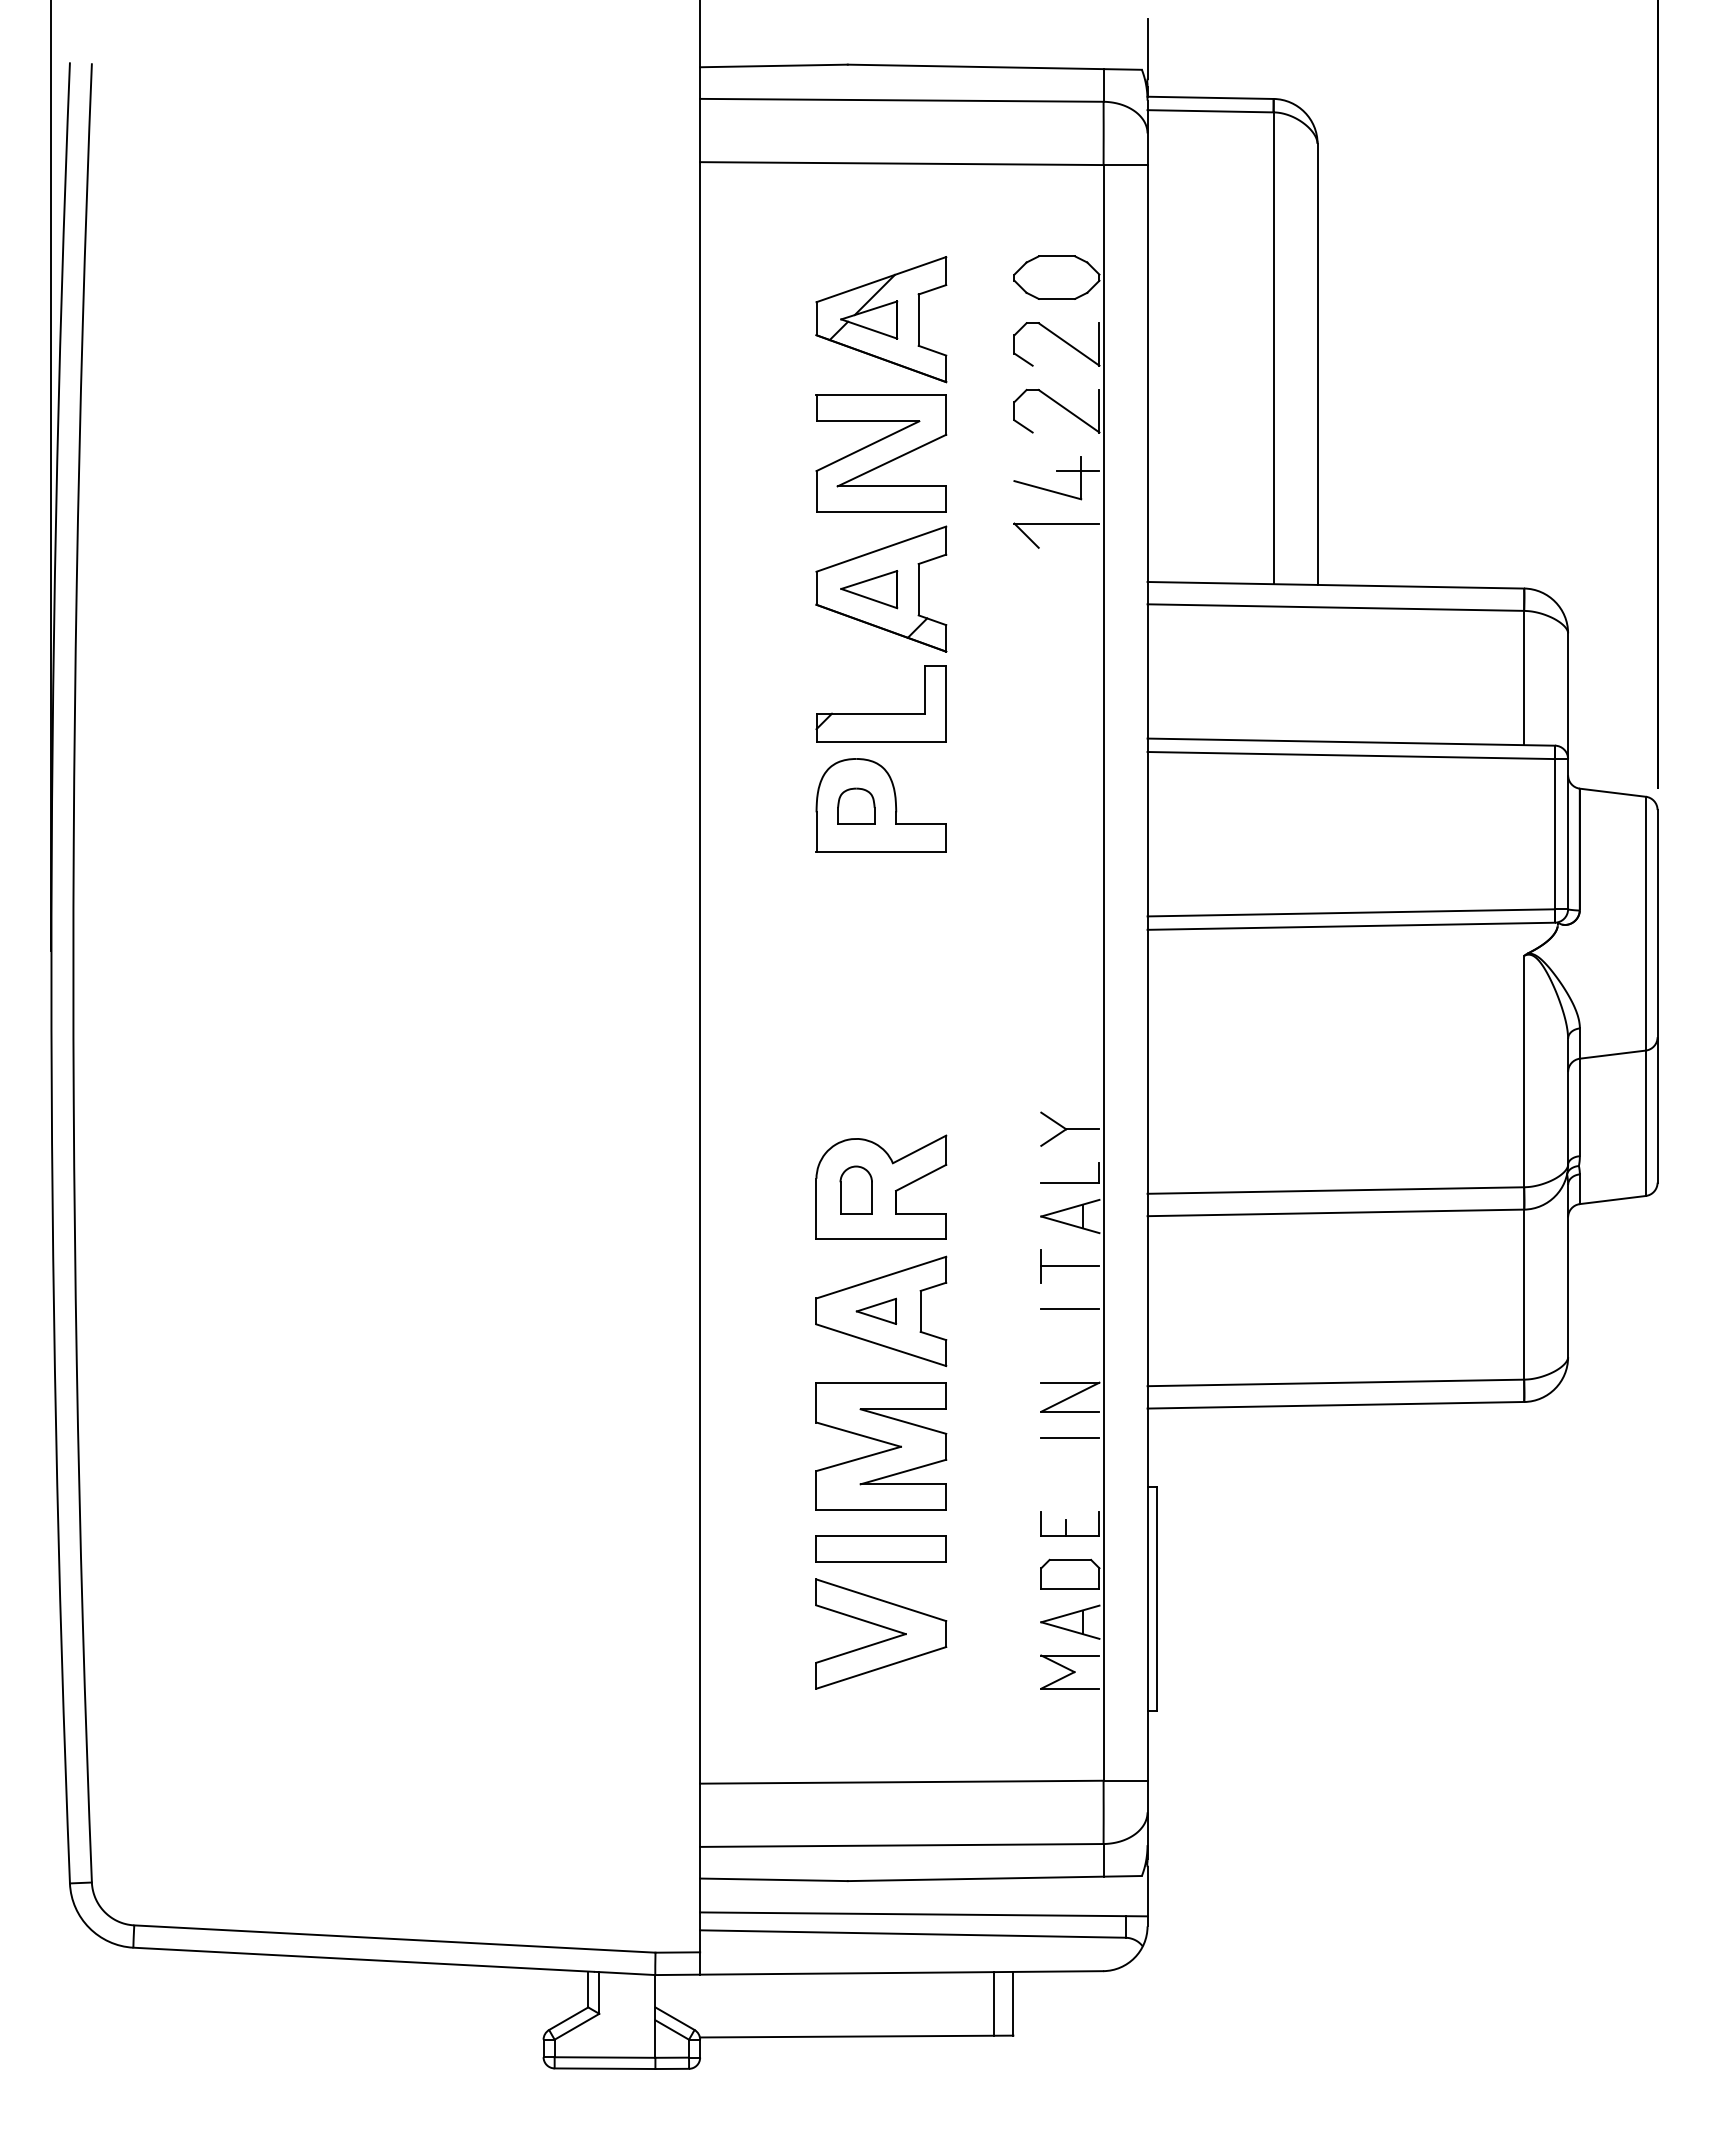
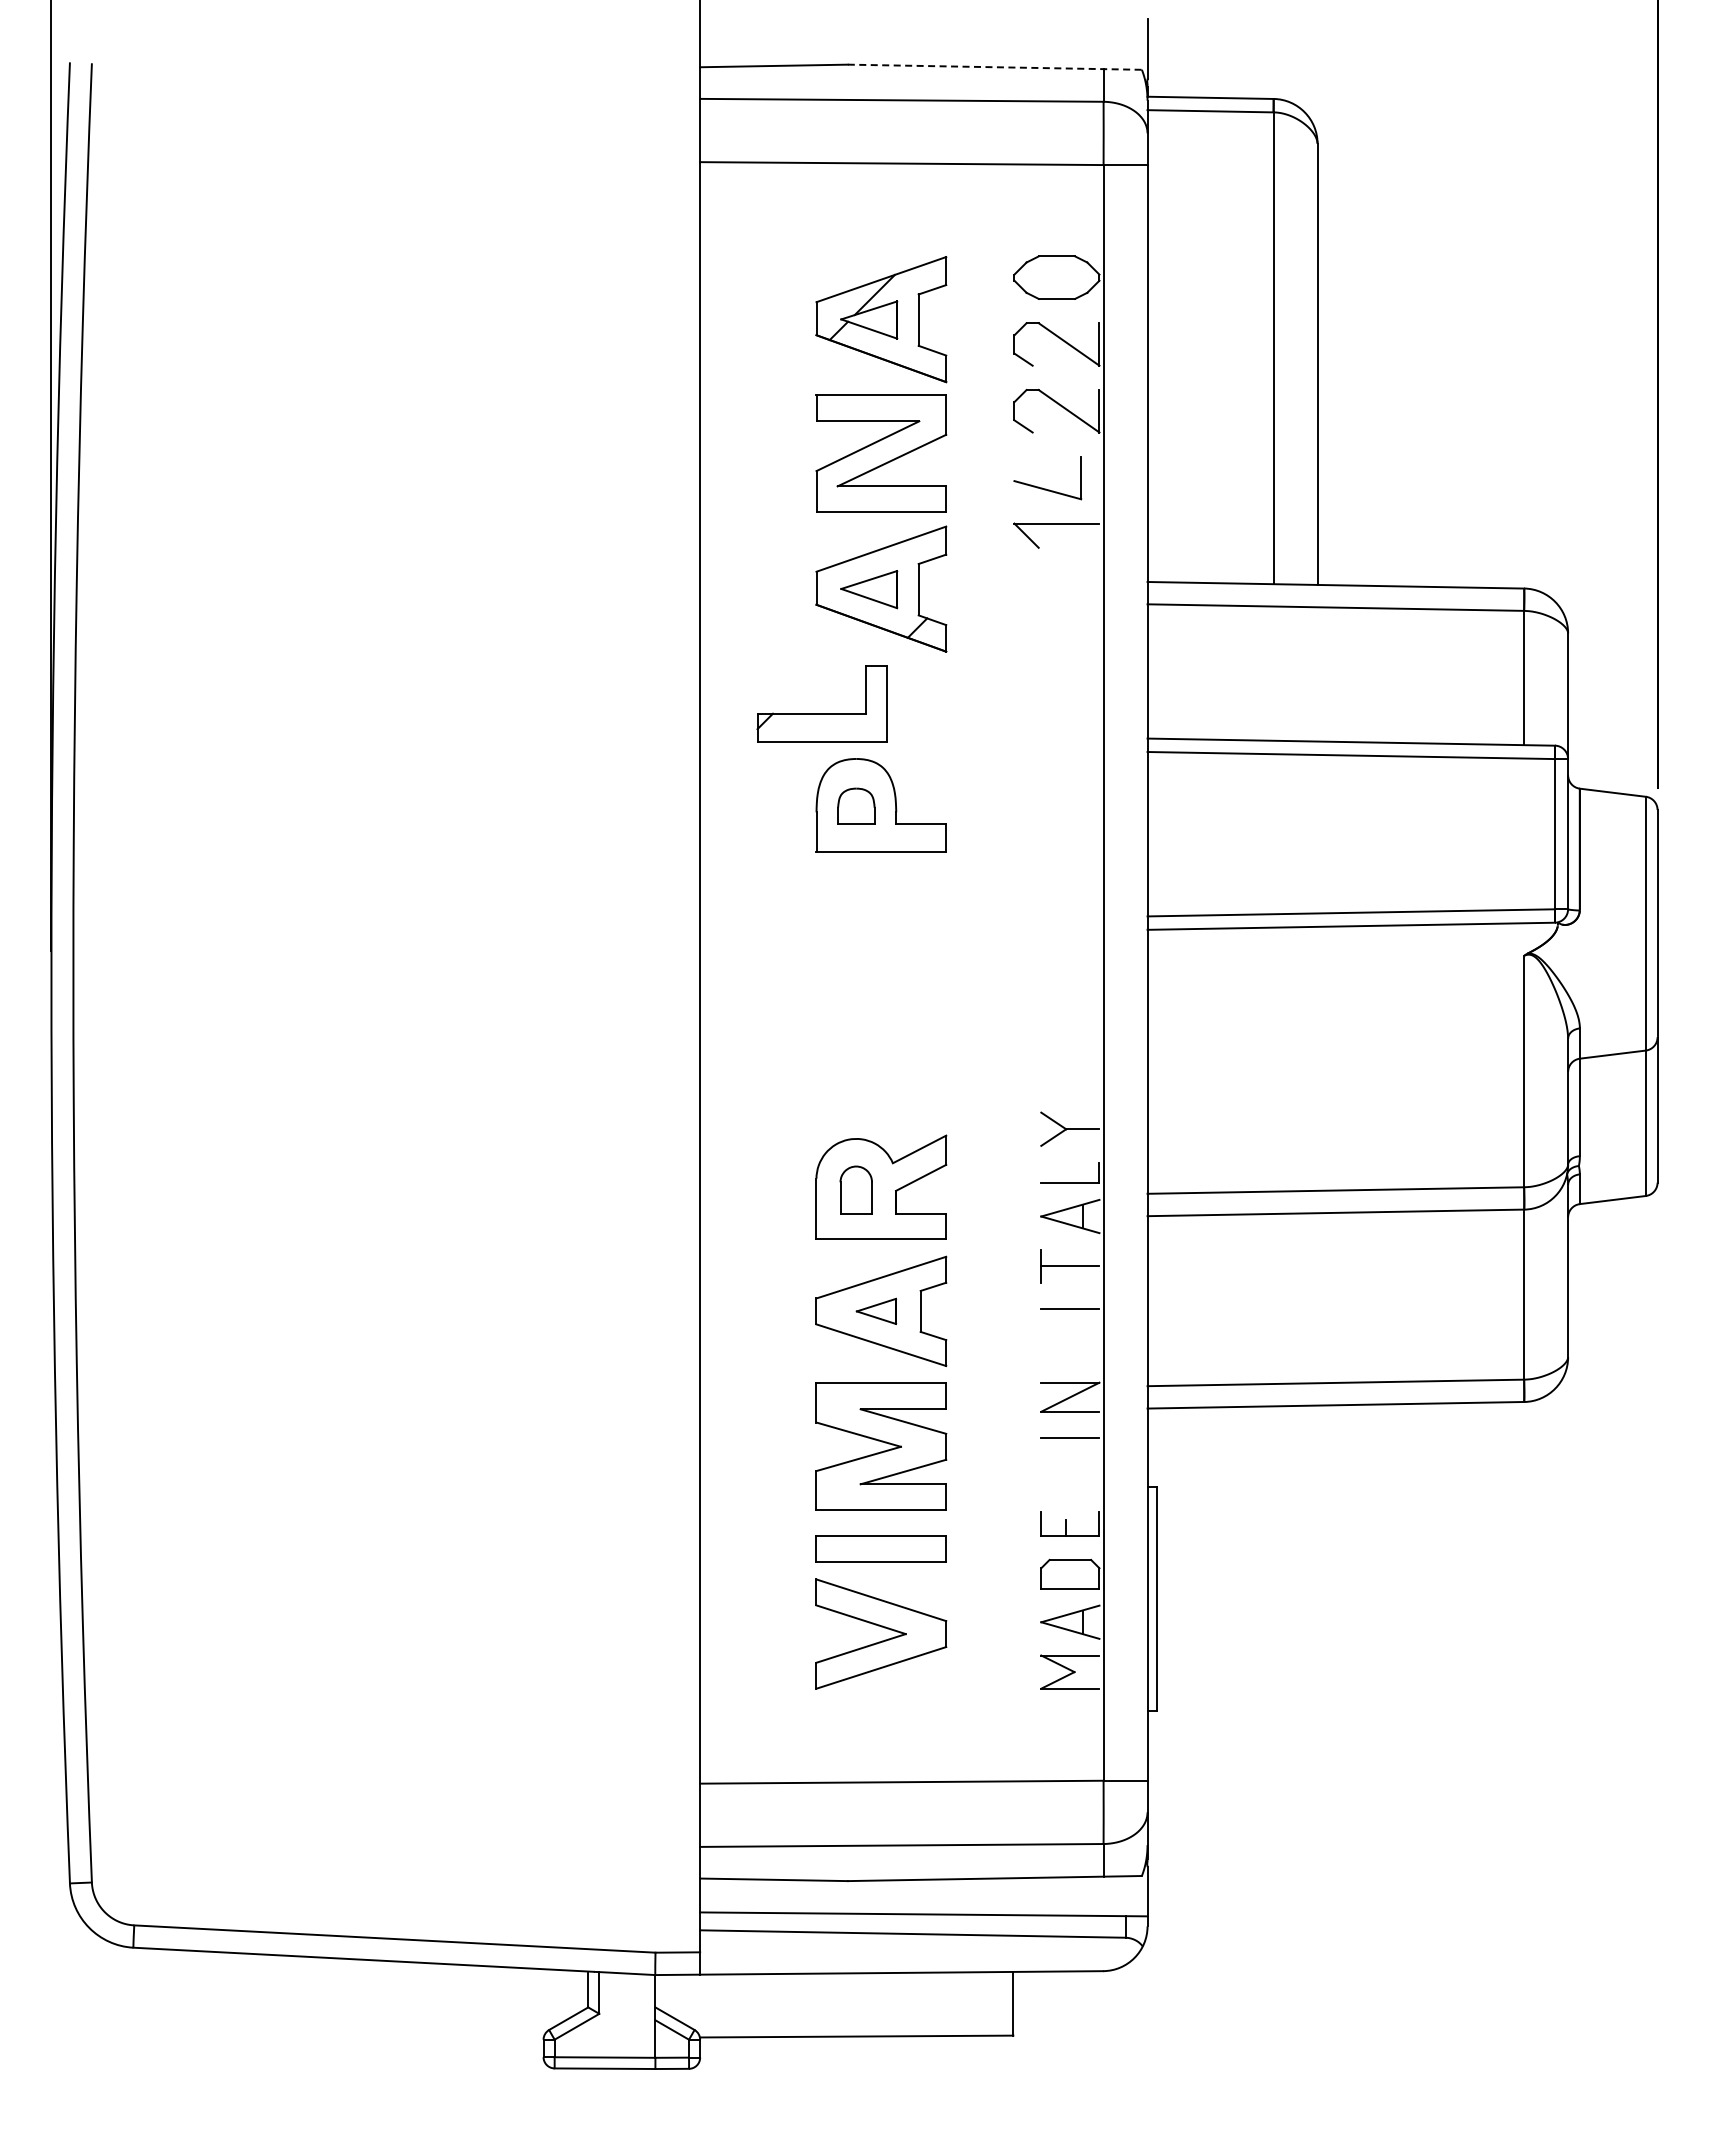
line at (995, 67): solid -> dashed
line at (1077, 470): present -> none
part at (880, 713) position: (880, 713) -> (821, 713)
line at (994, 2003): present -> none
